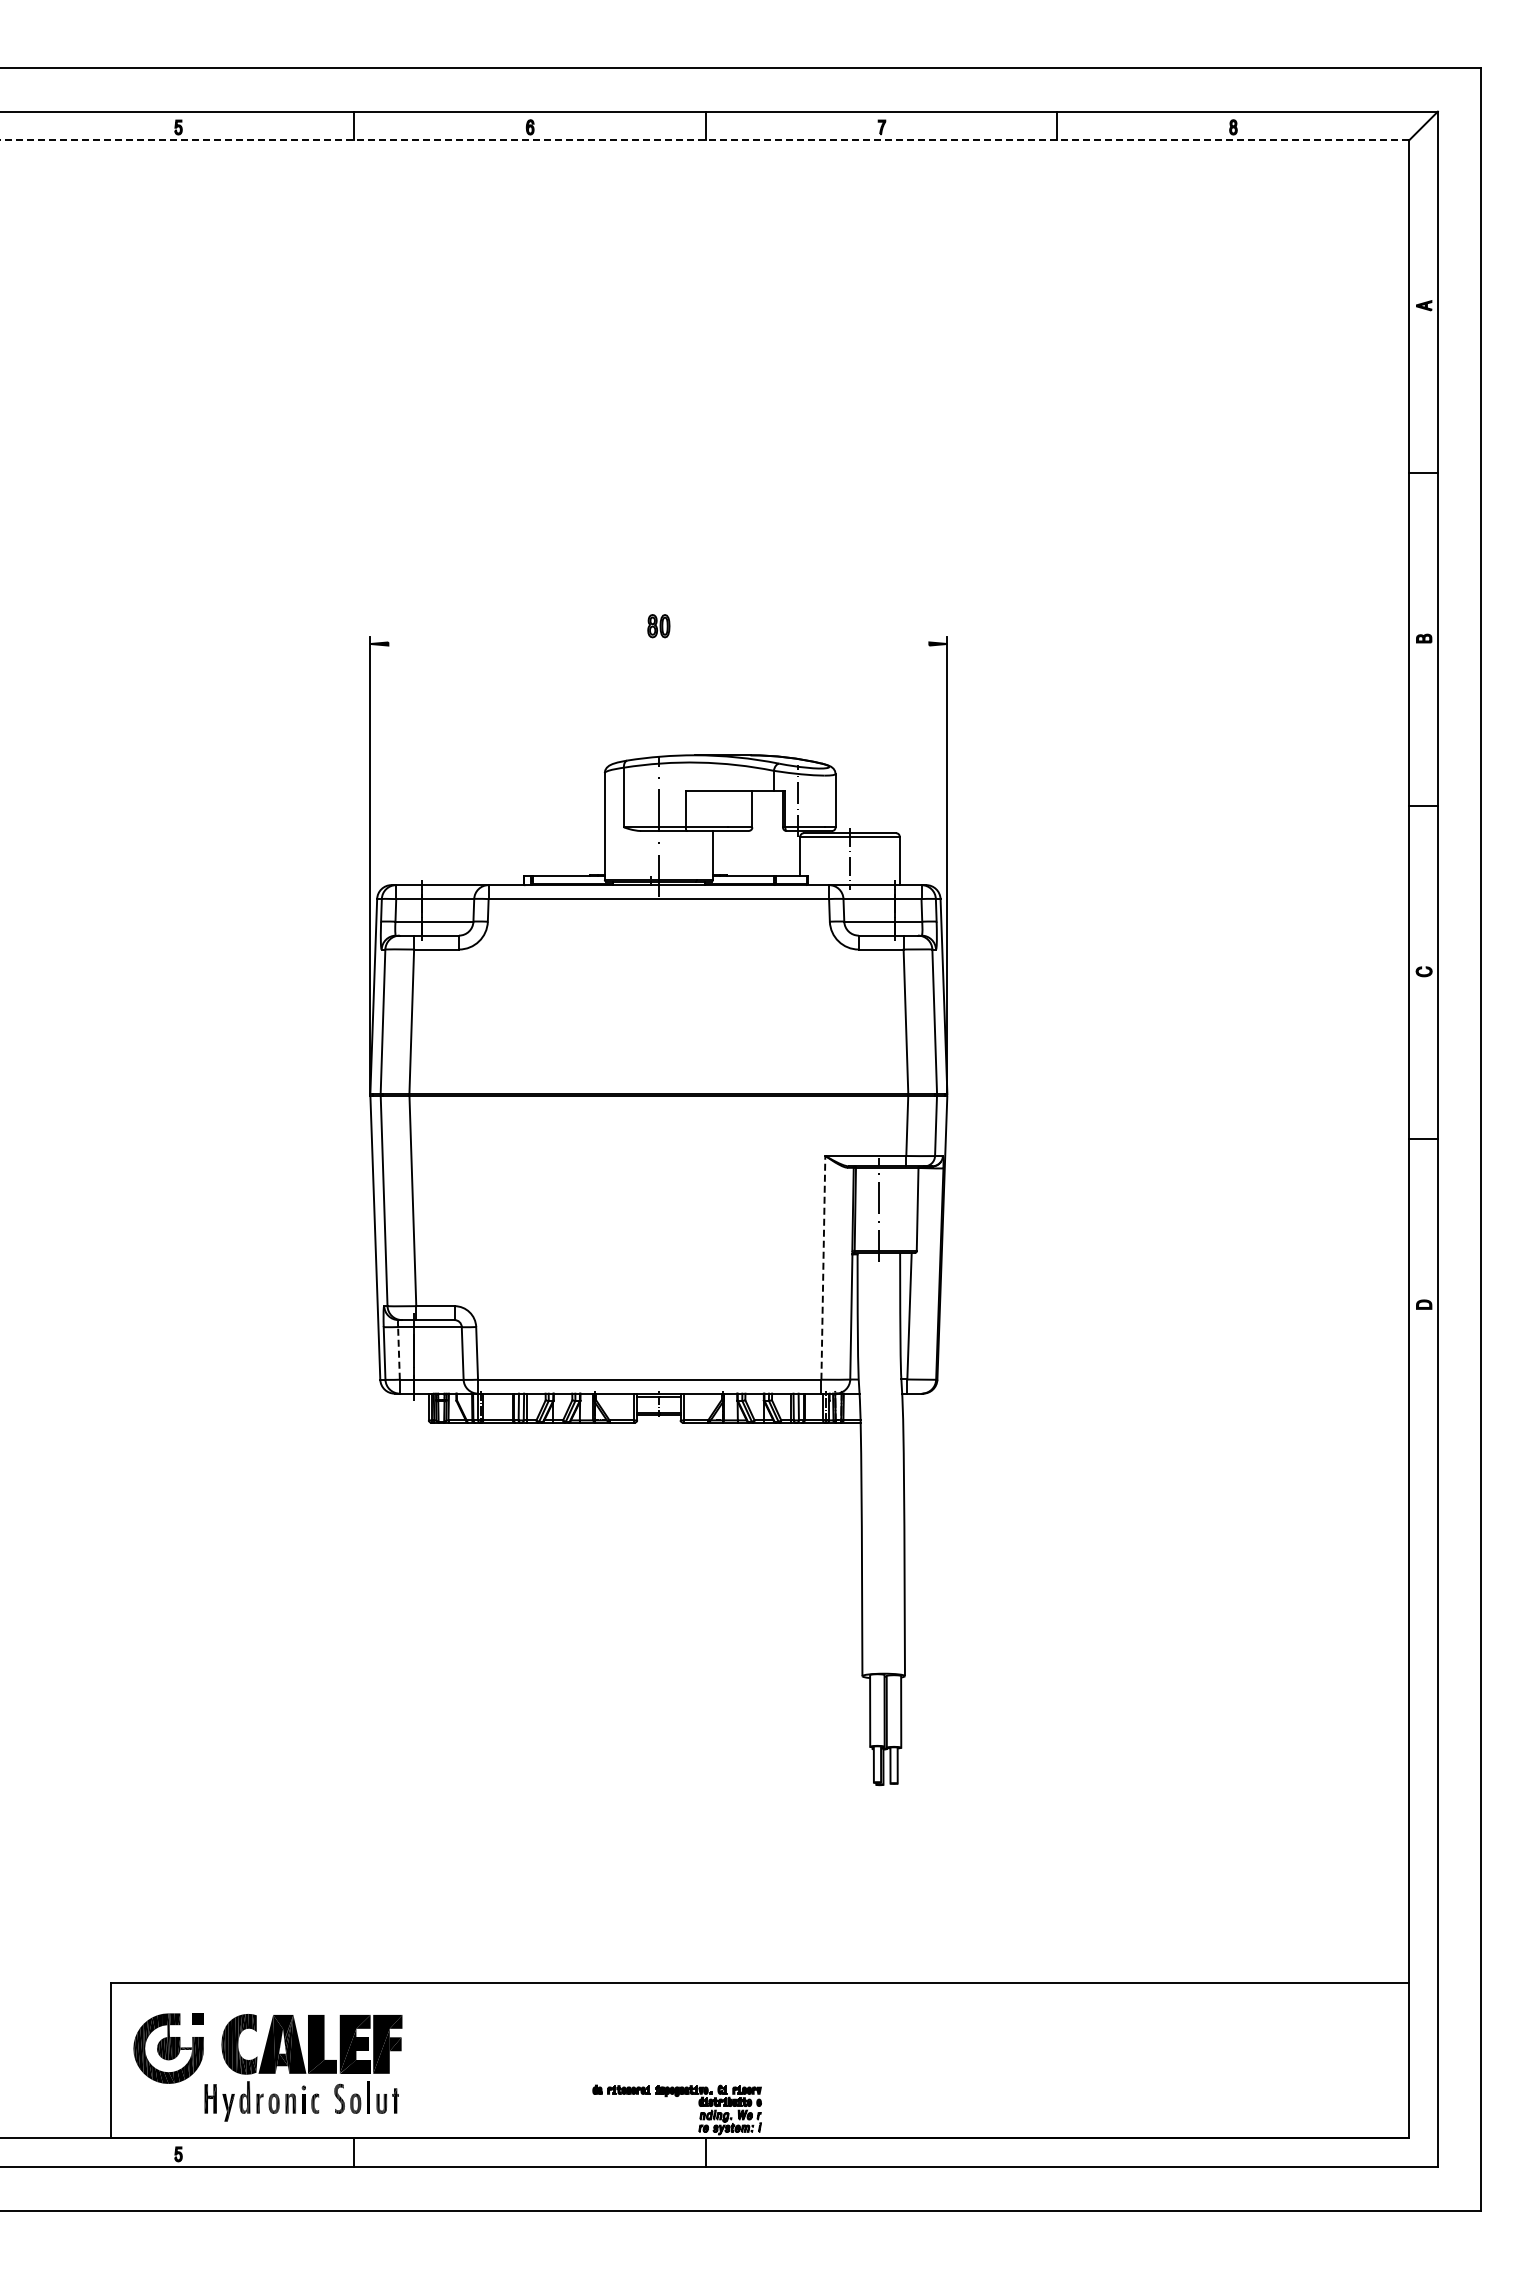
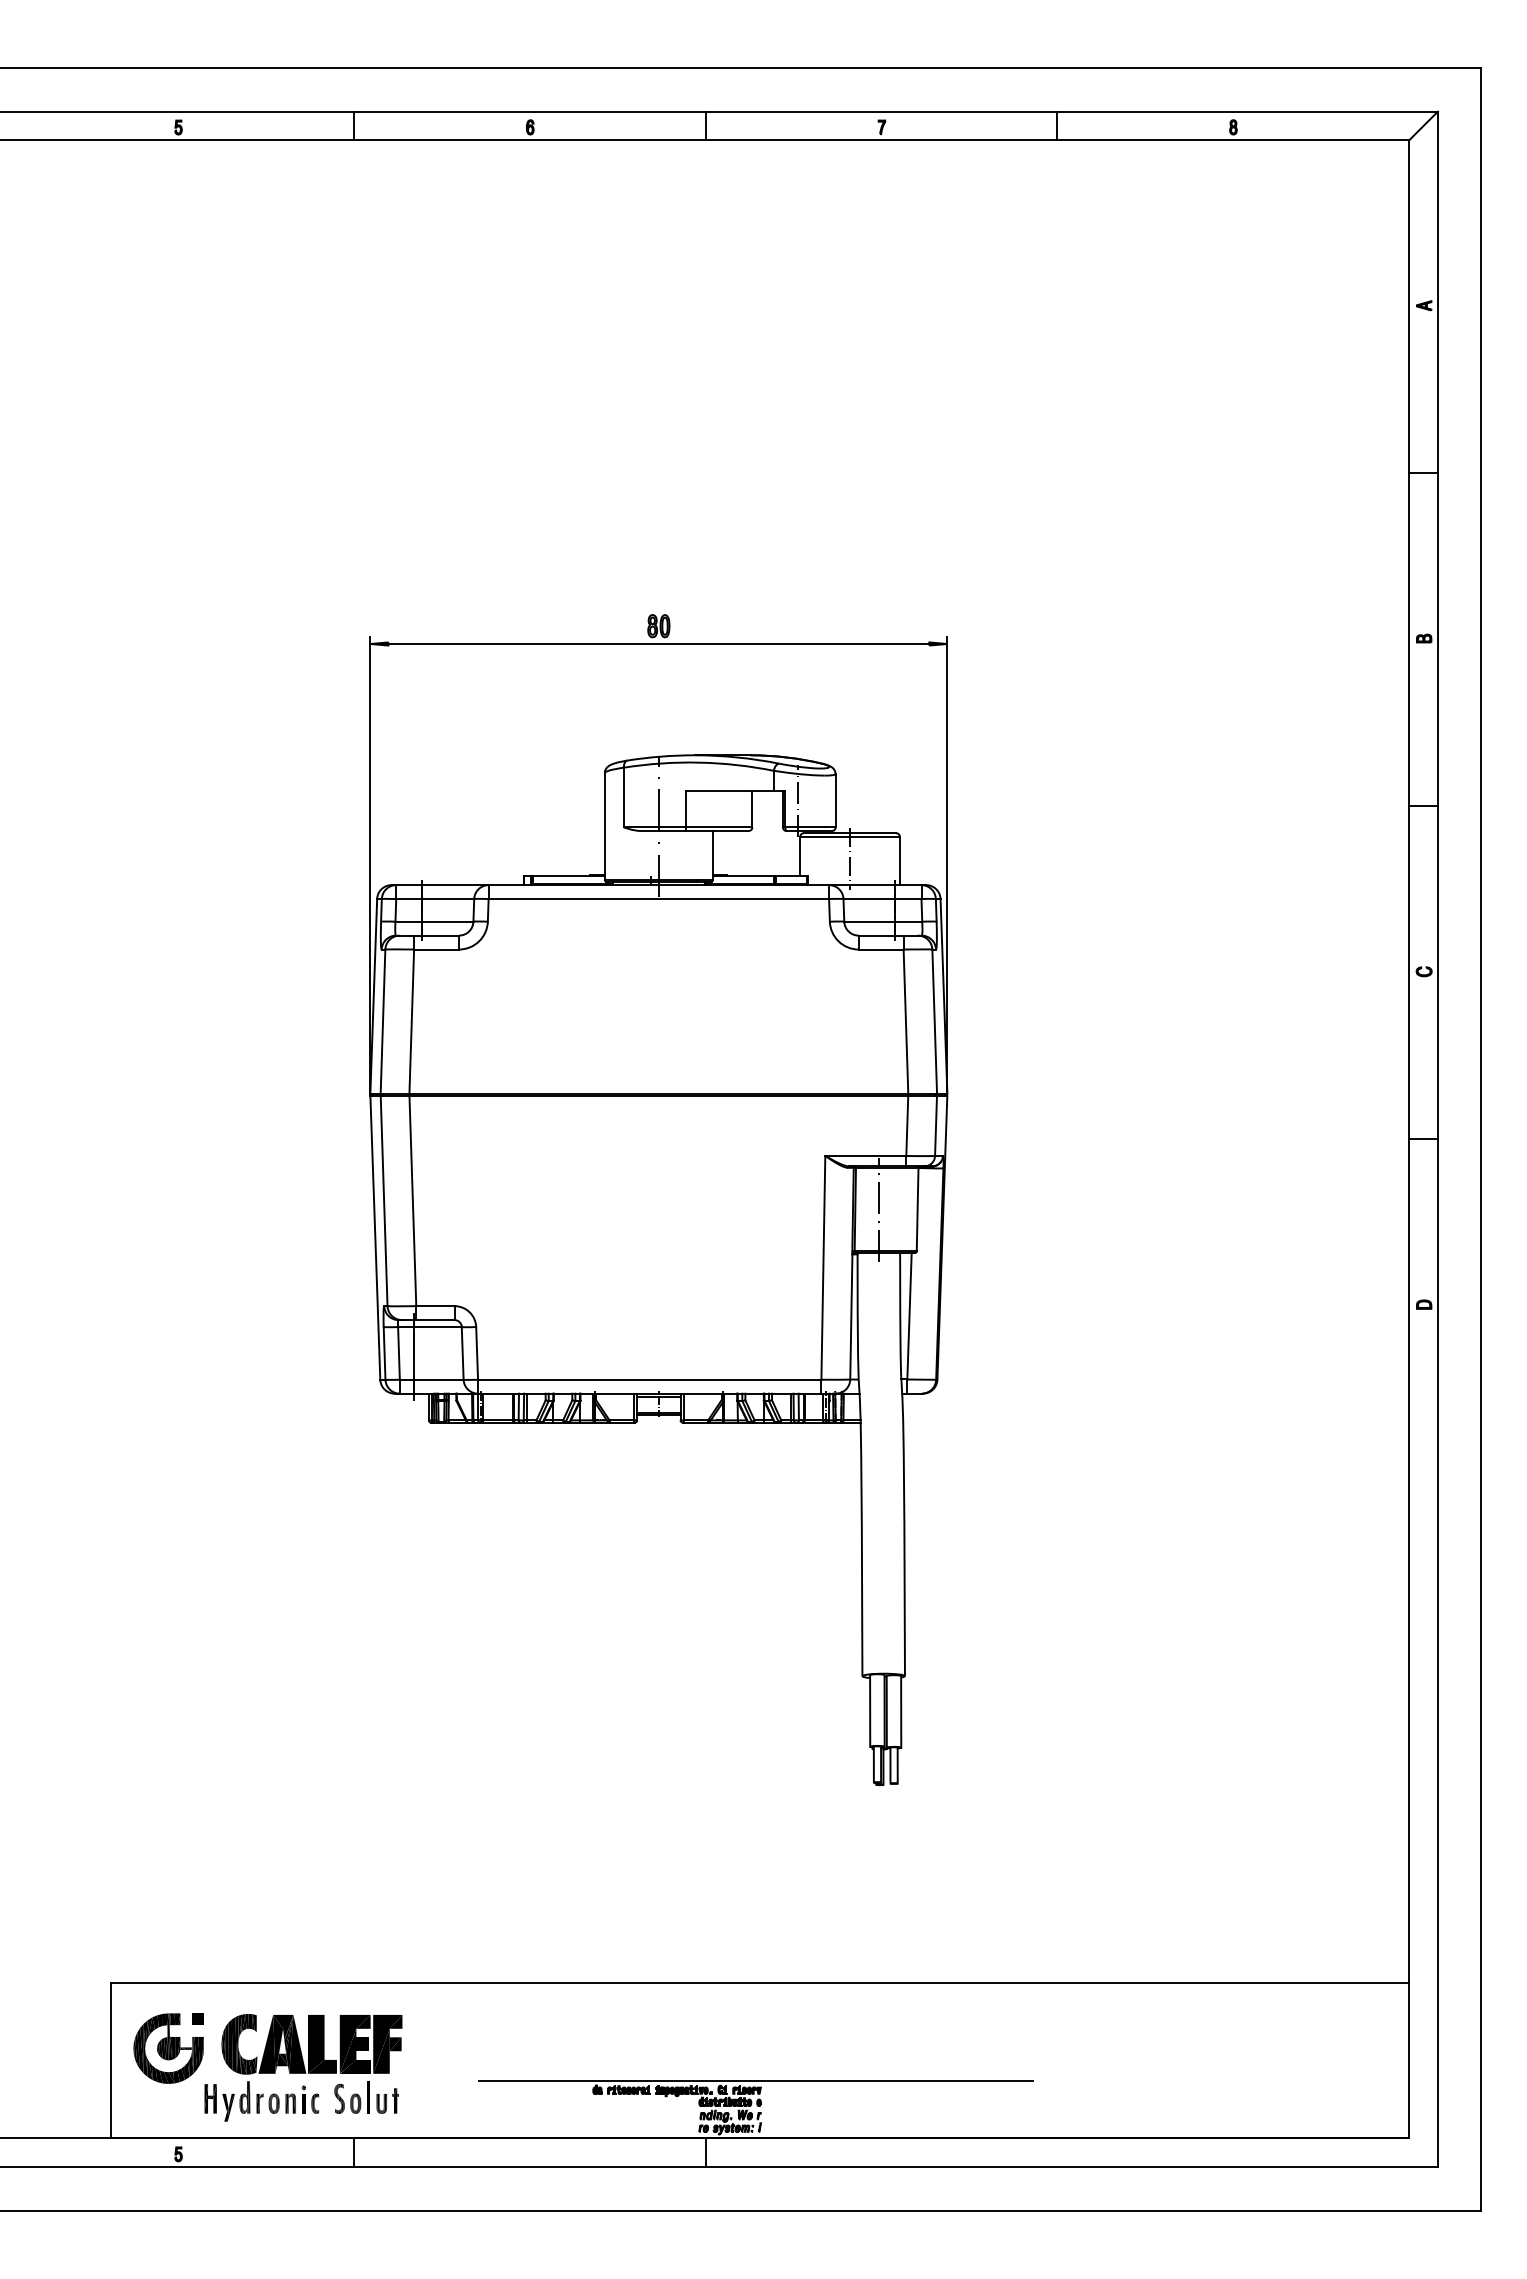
line at (704, 140): dashed -> solid
line at (658, 644): none -> present
line at (823, 1267): dashed -> solid
line at (398, 1352): dashed -> solid
line at (755, 2080): none -> present
